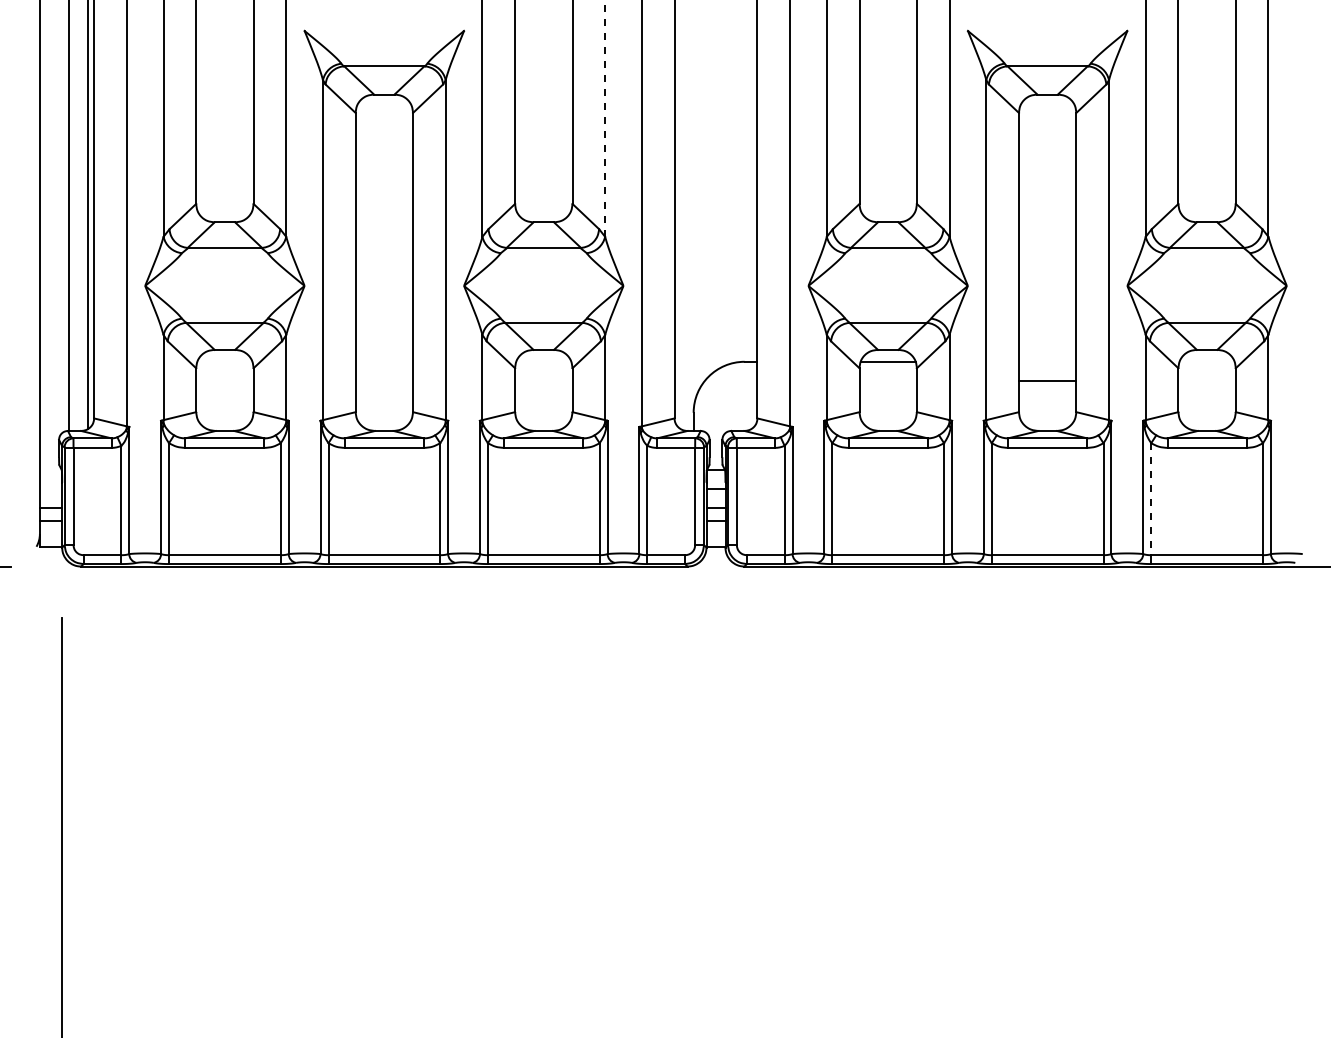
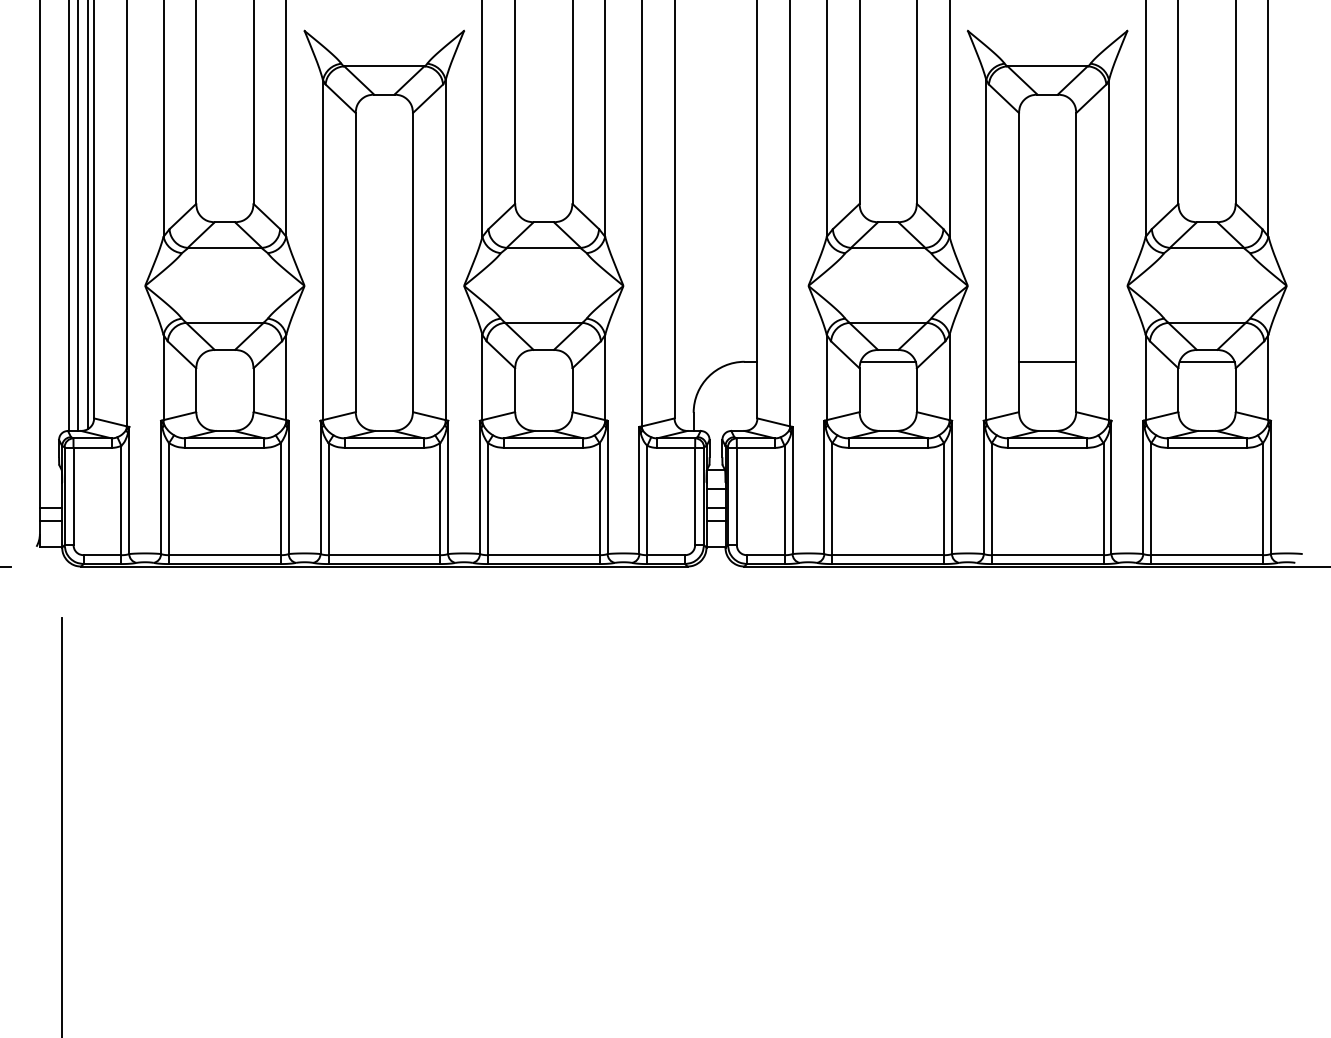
line at (605, 118): dashed -> solid
line at (78, 216): none -> present
line at (1206, 361): none -> present
line at (1047, 380) position: (1047, 380) -> (1047, 361)
line at (1151, 499): dashed -> solid
